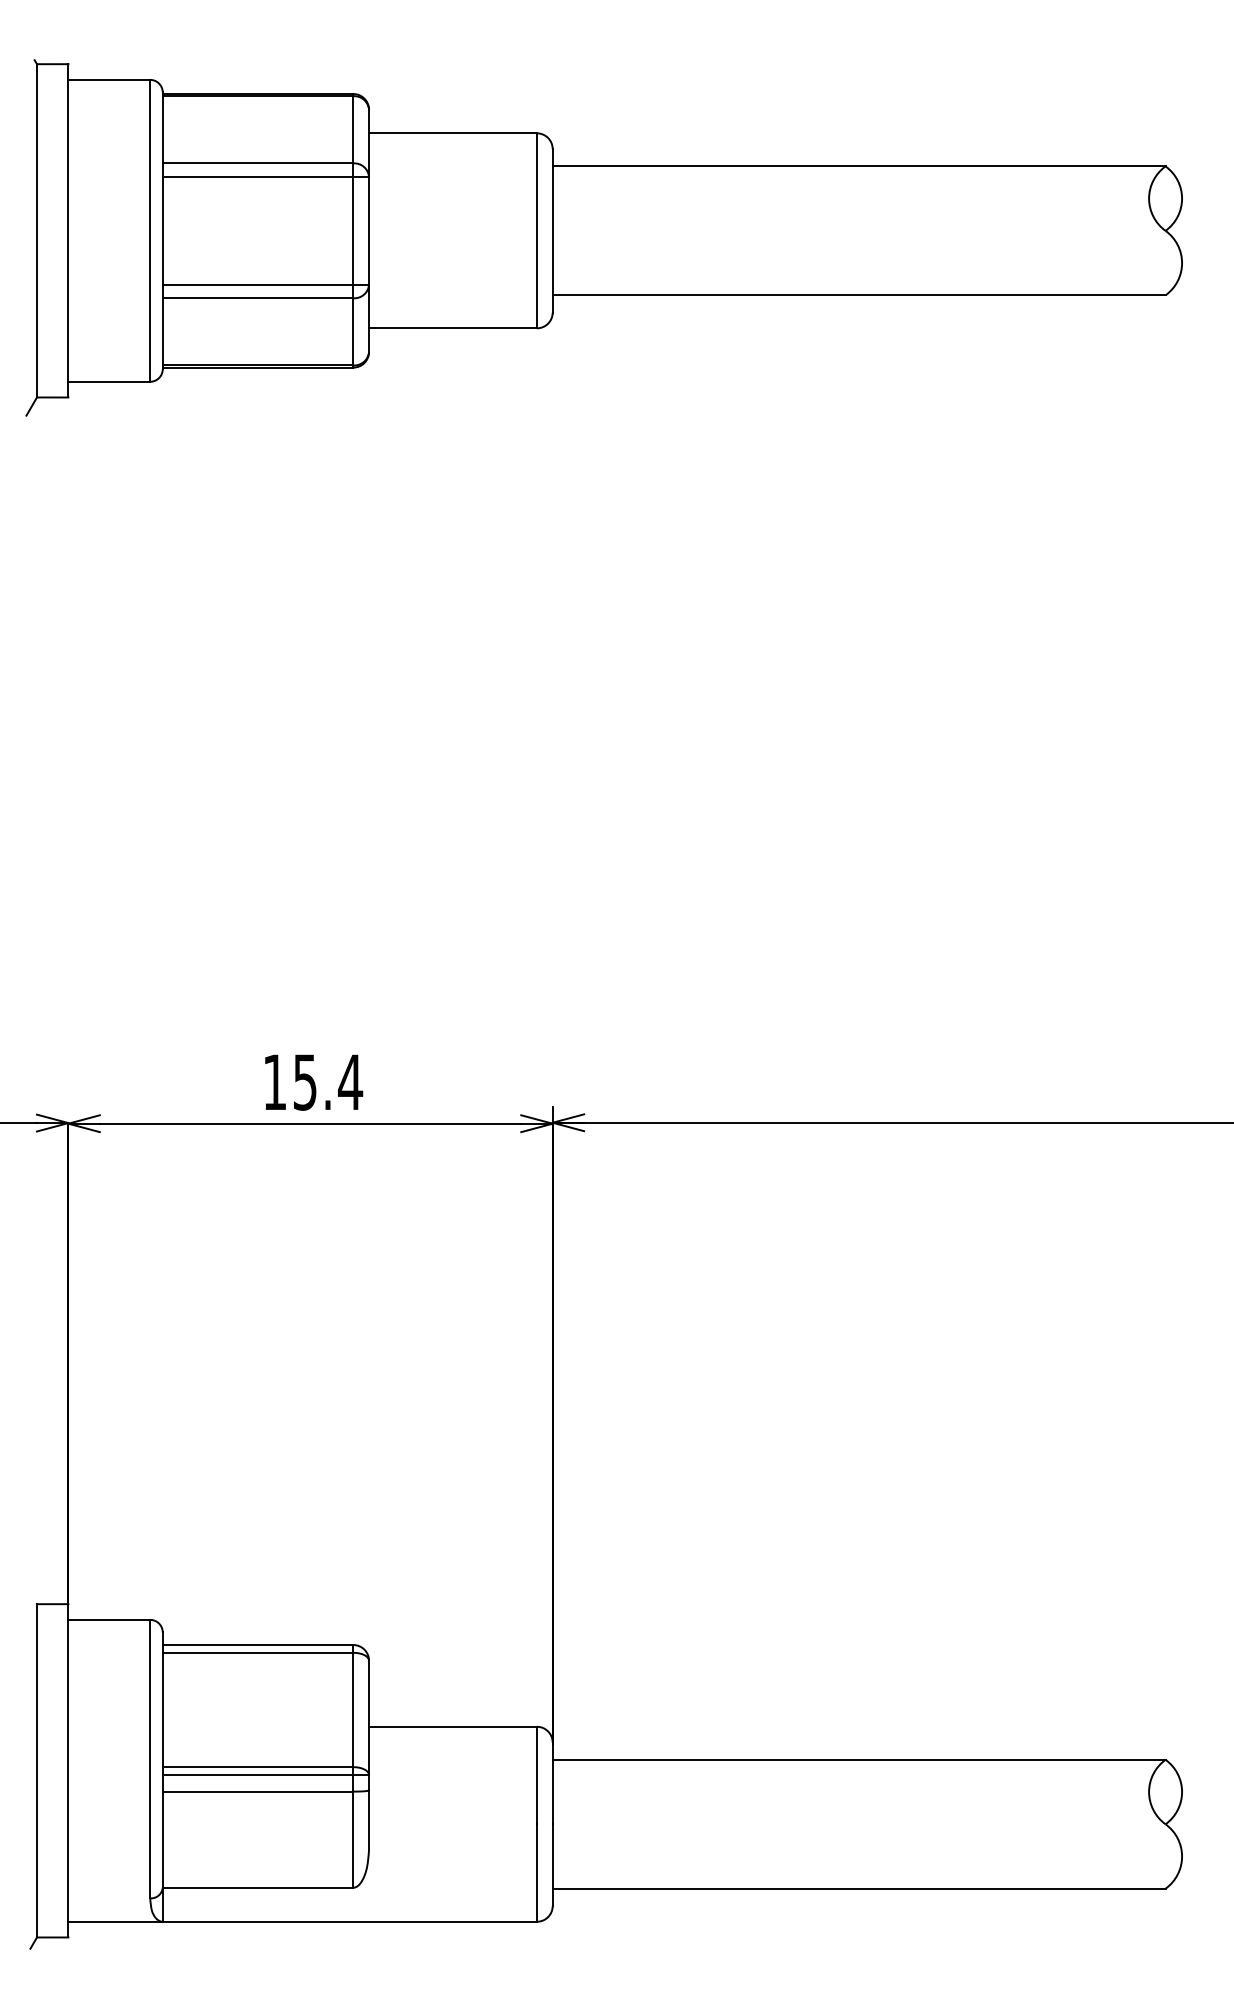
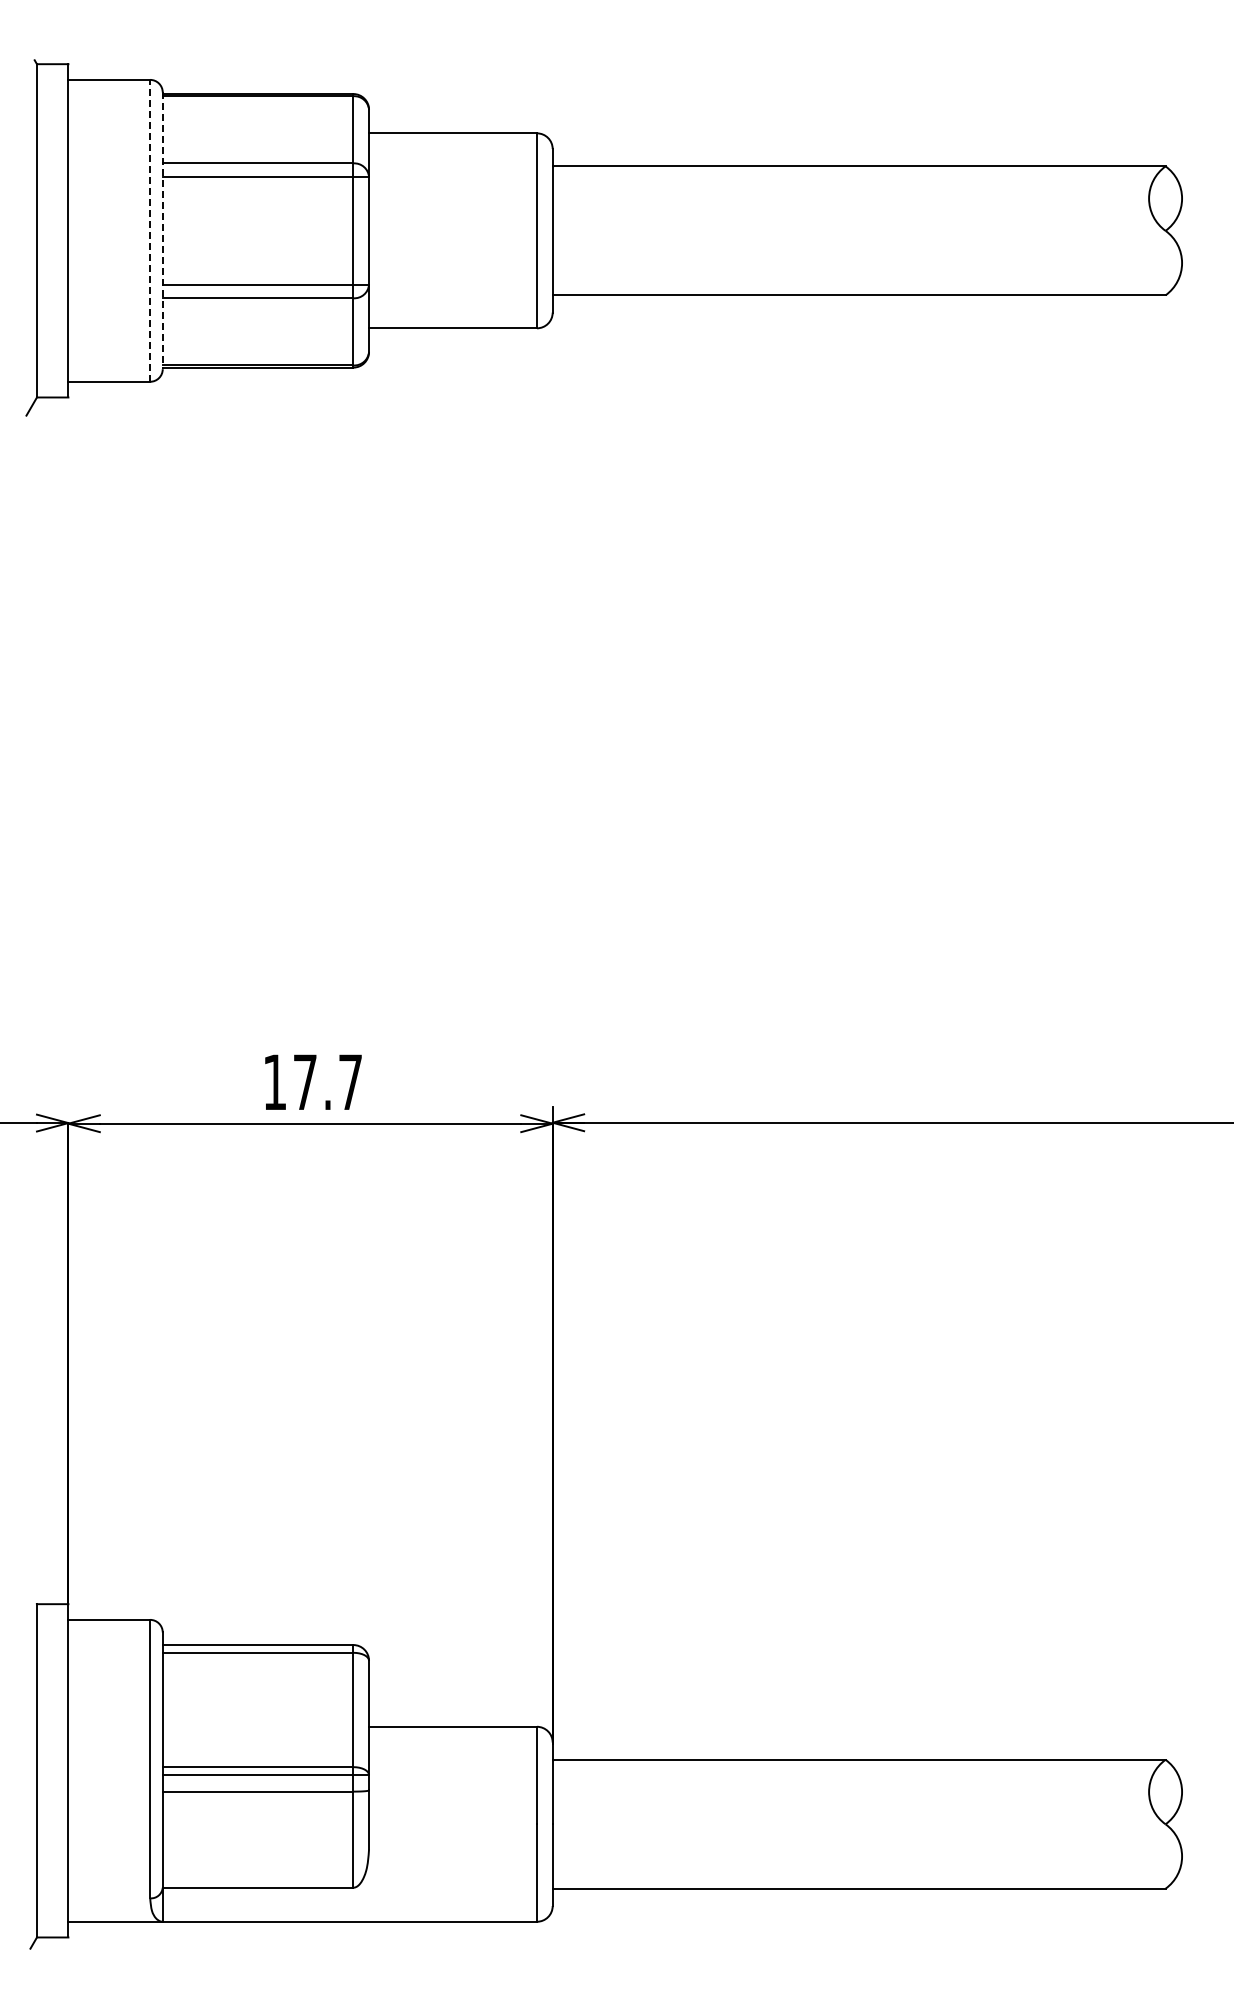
line at (150, 230): solid -> dashed
line at (162, 231): solid -> dashed
text at (328, 1082): 15.4 -> 17.7
